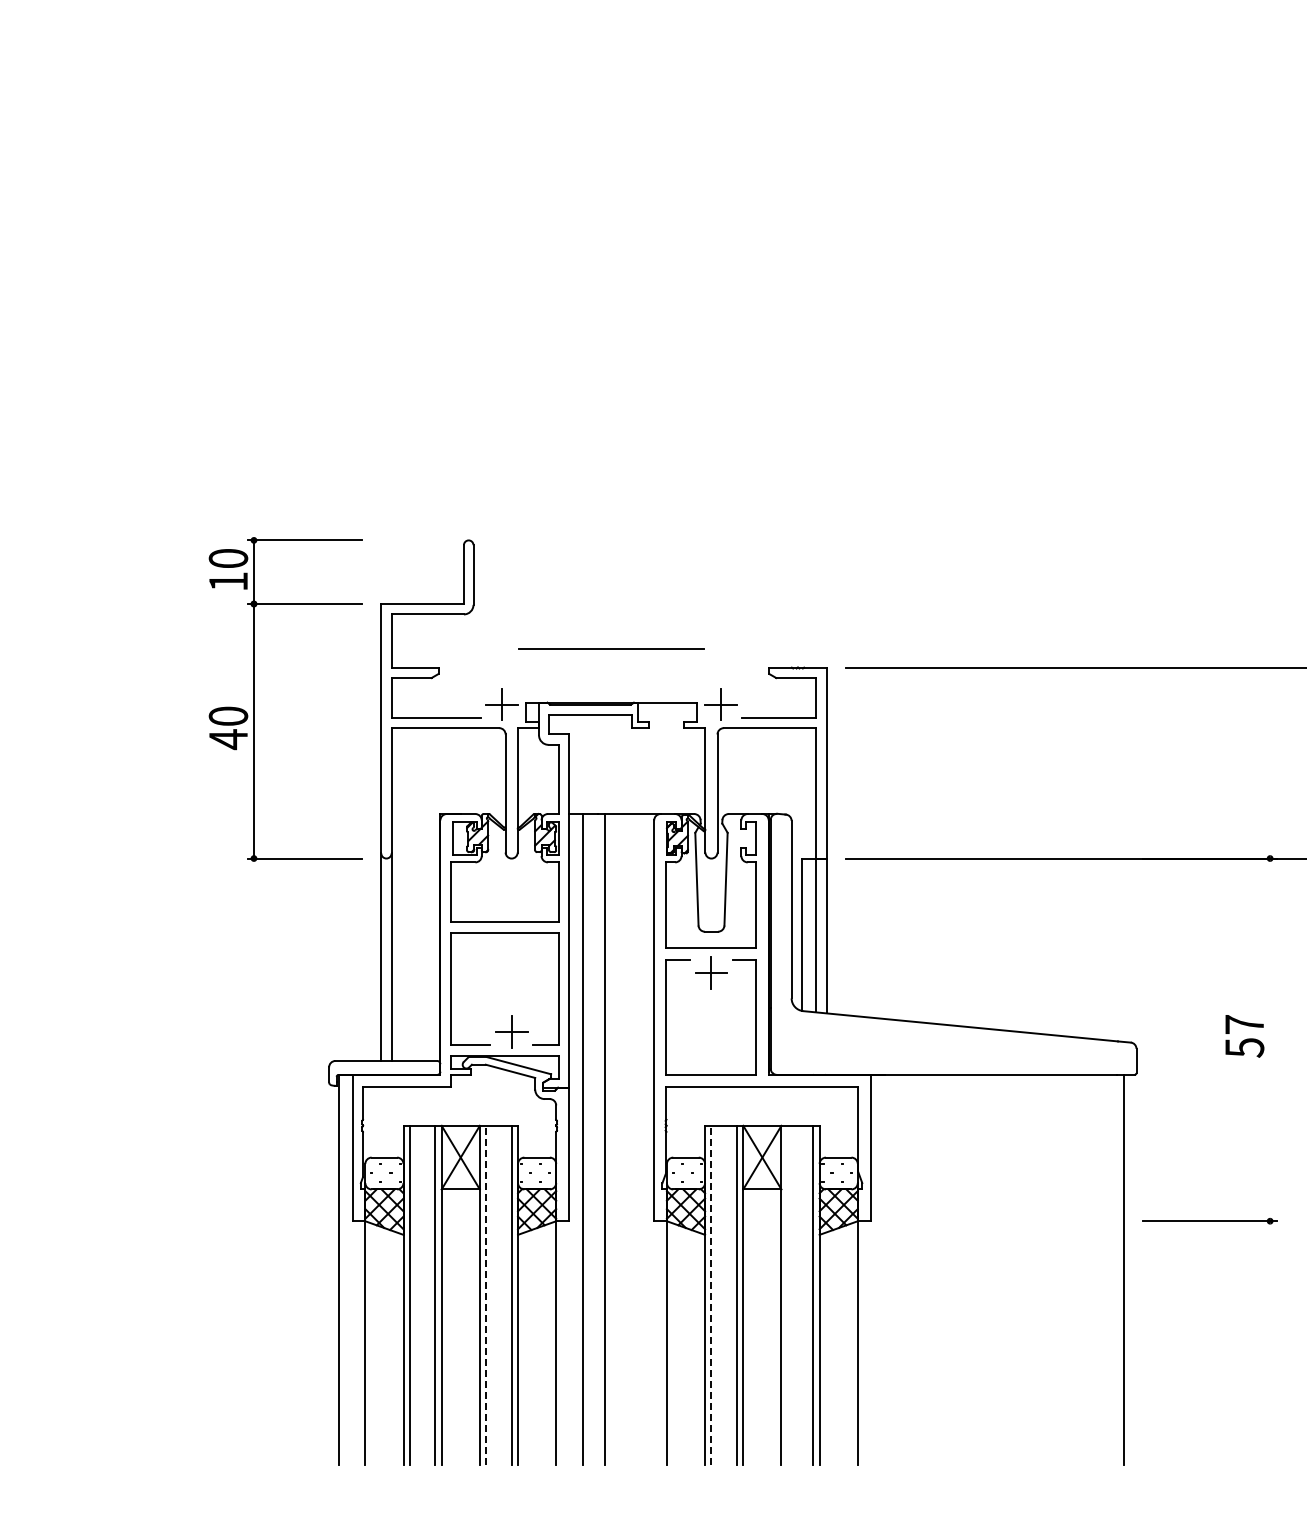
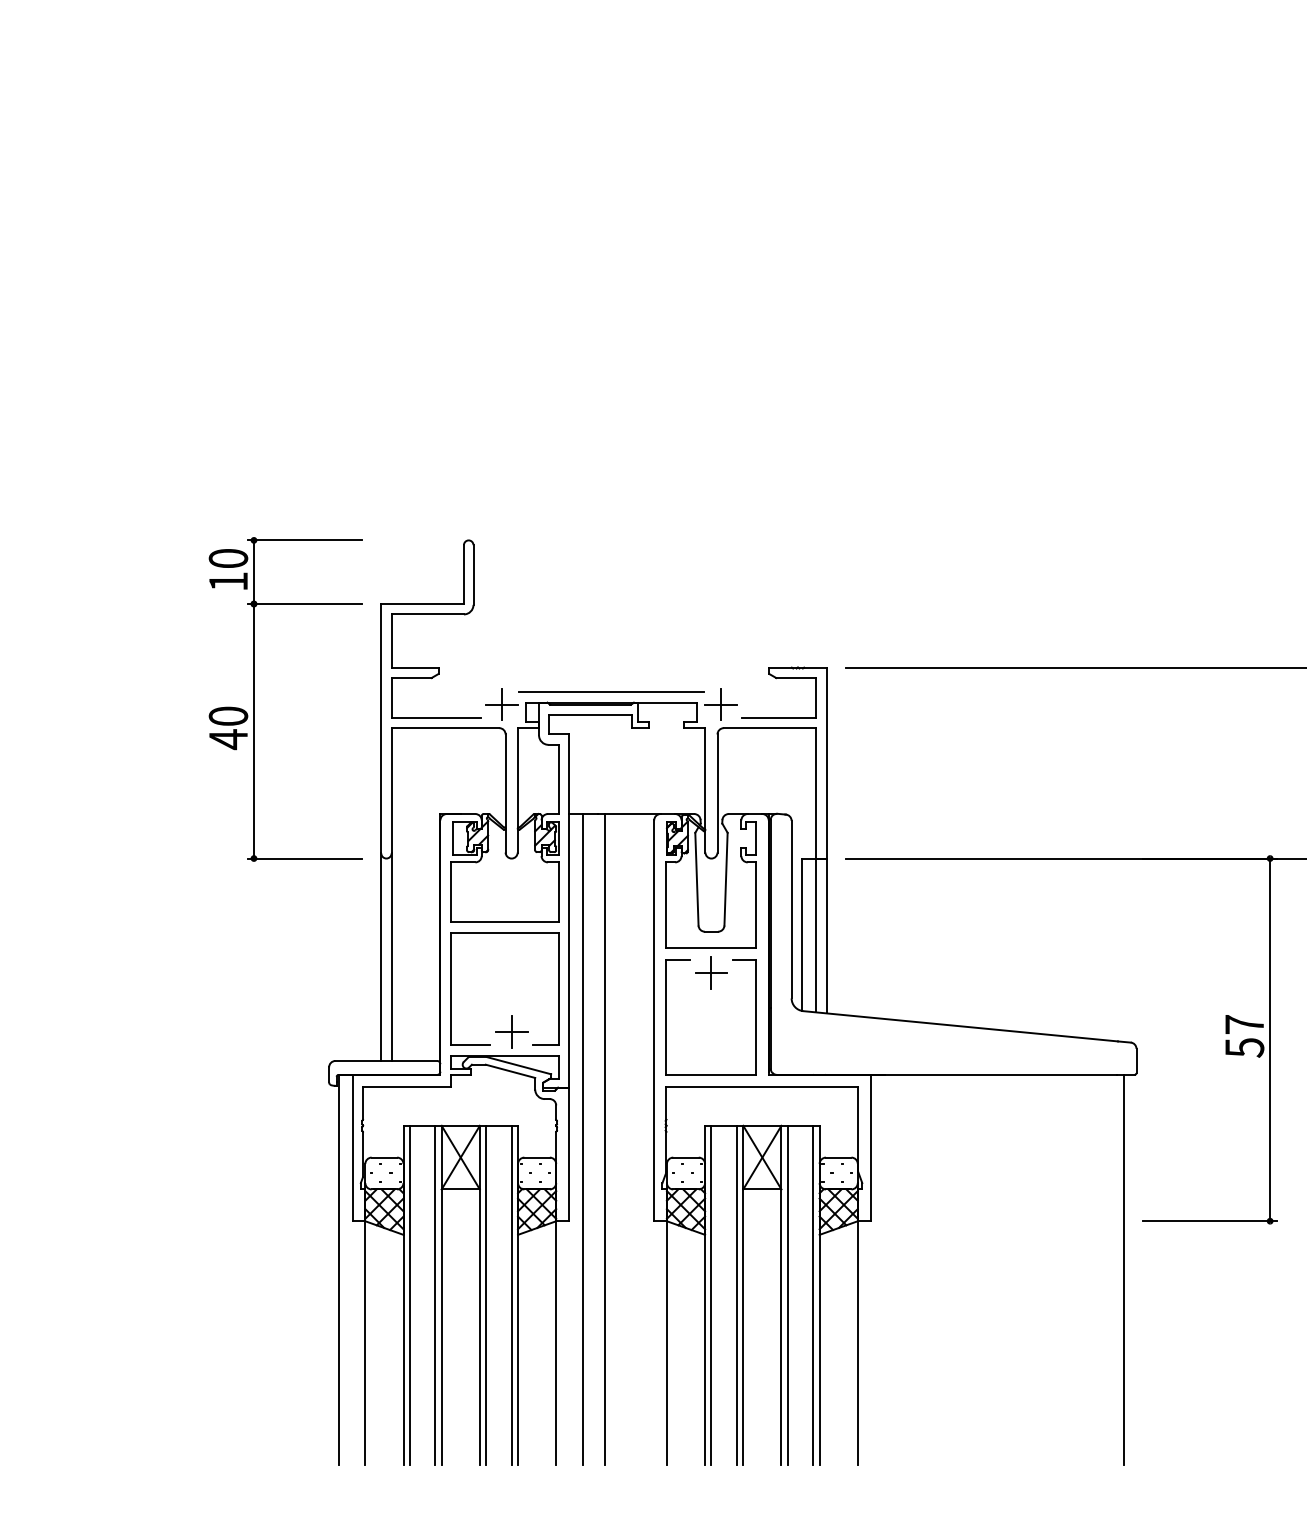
line at (611, 648) position: (611, 648) -> (611, 691)
line at (1270, 1039): none -> present
line at (486, 1294): dashed -> solid
line at (711, 1294): dashed -> solid
line at (787, 1294): none -> present
